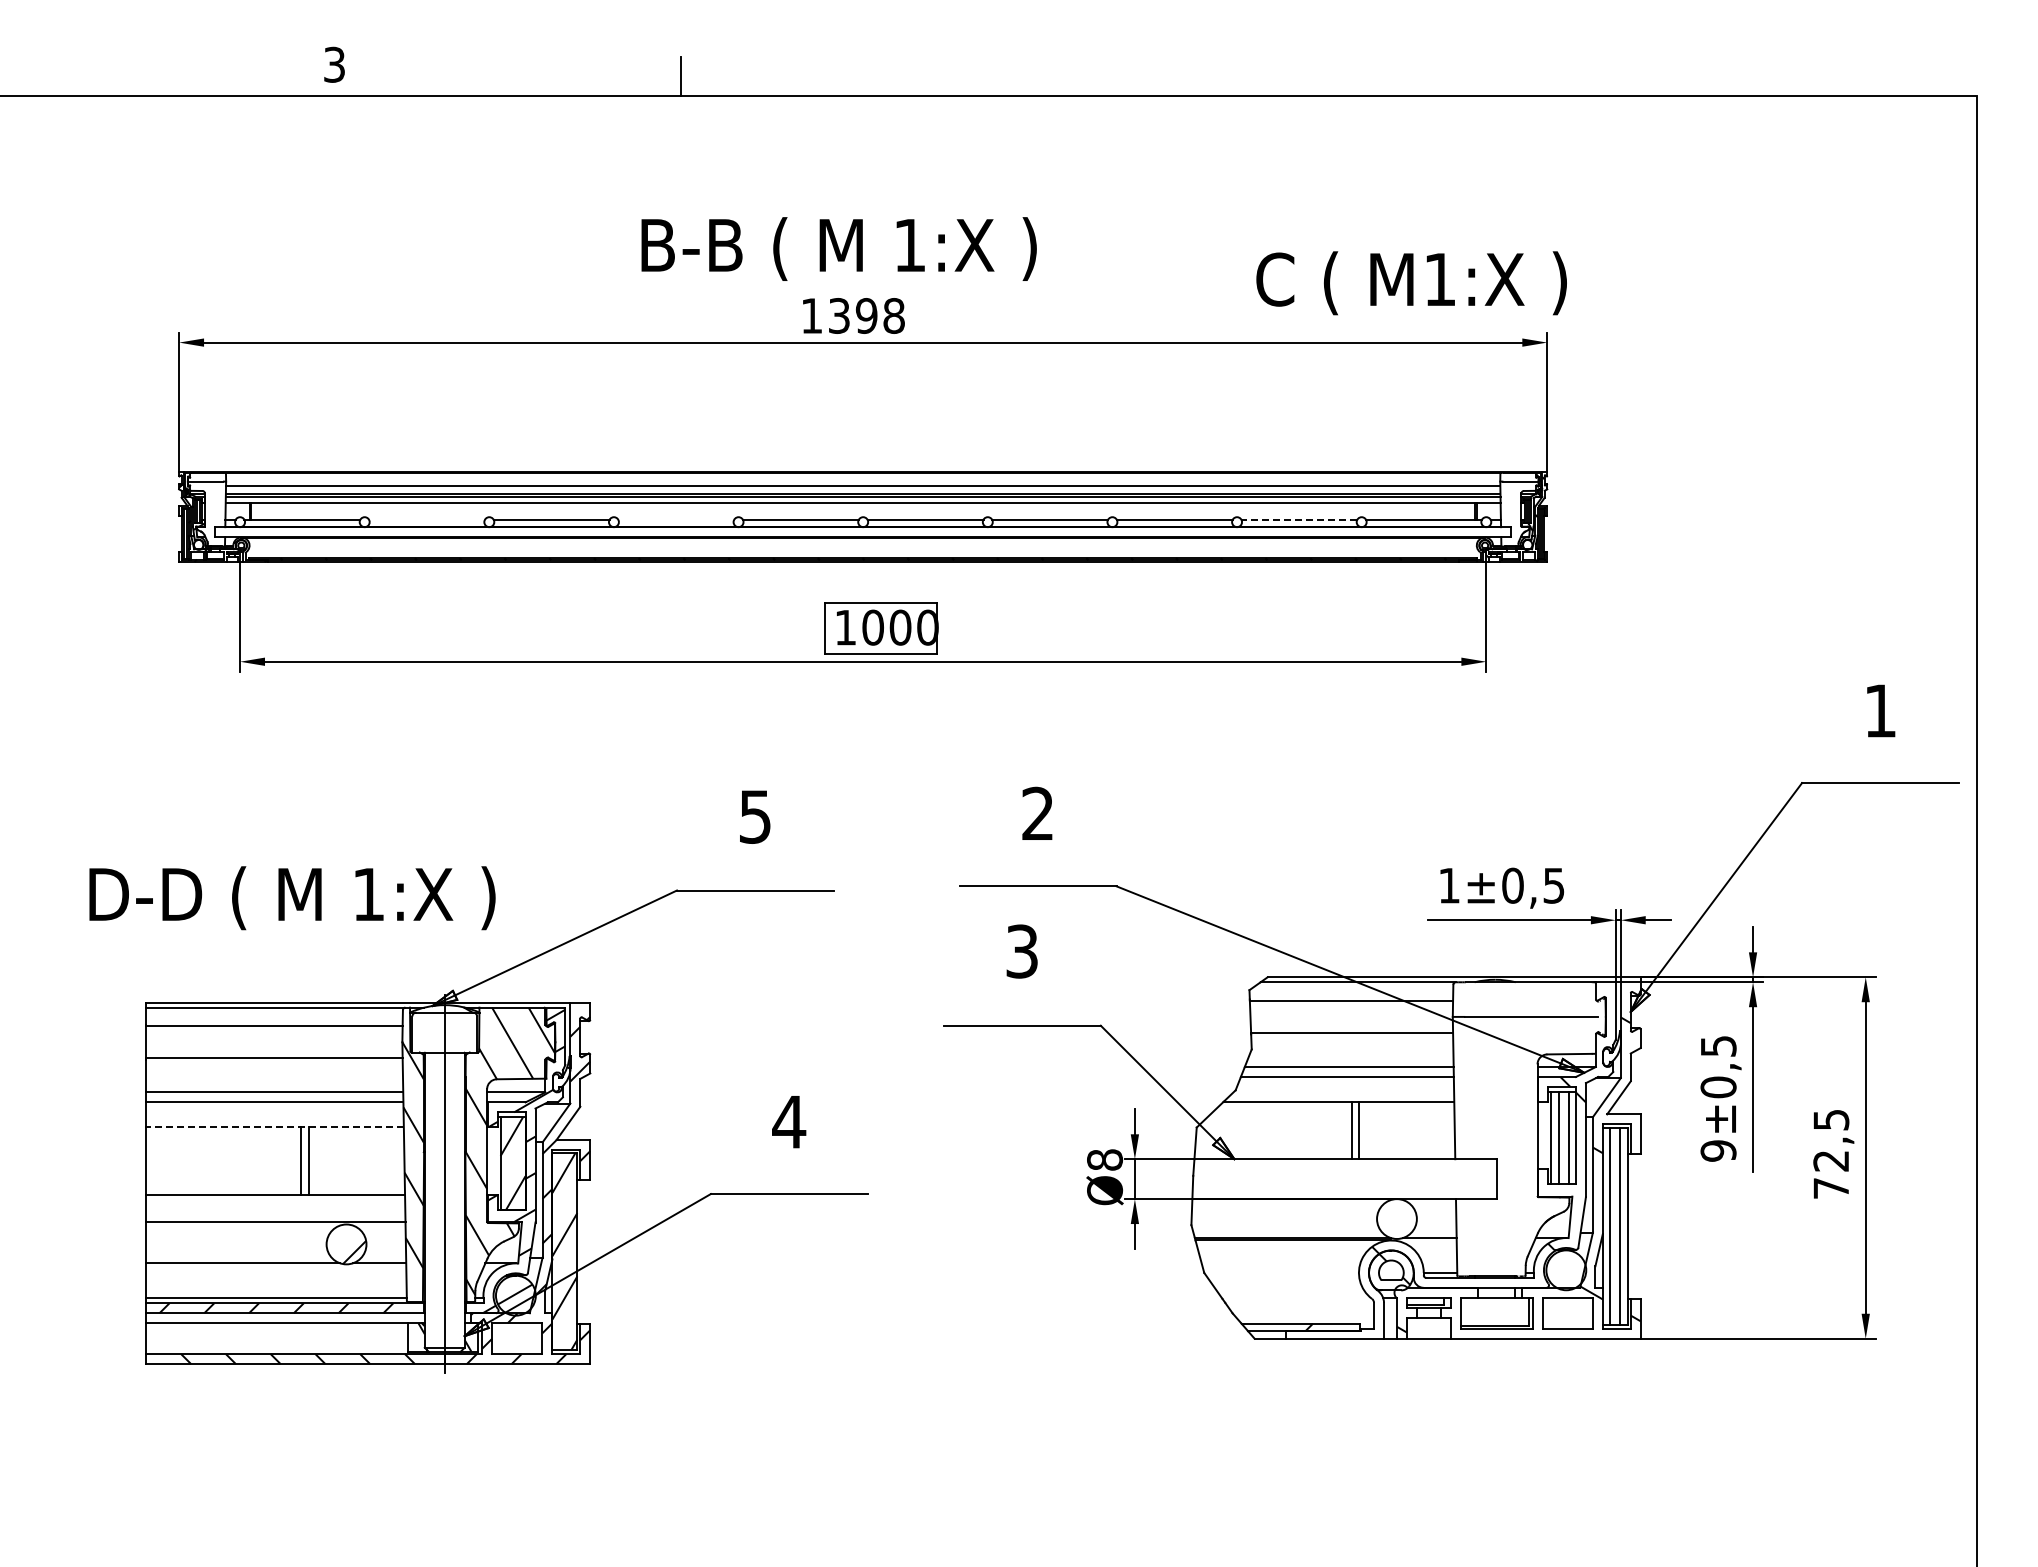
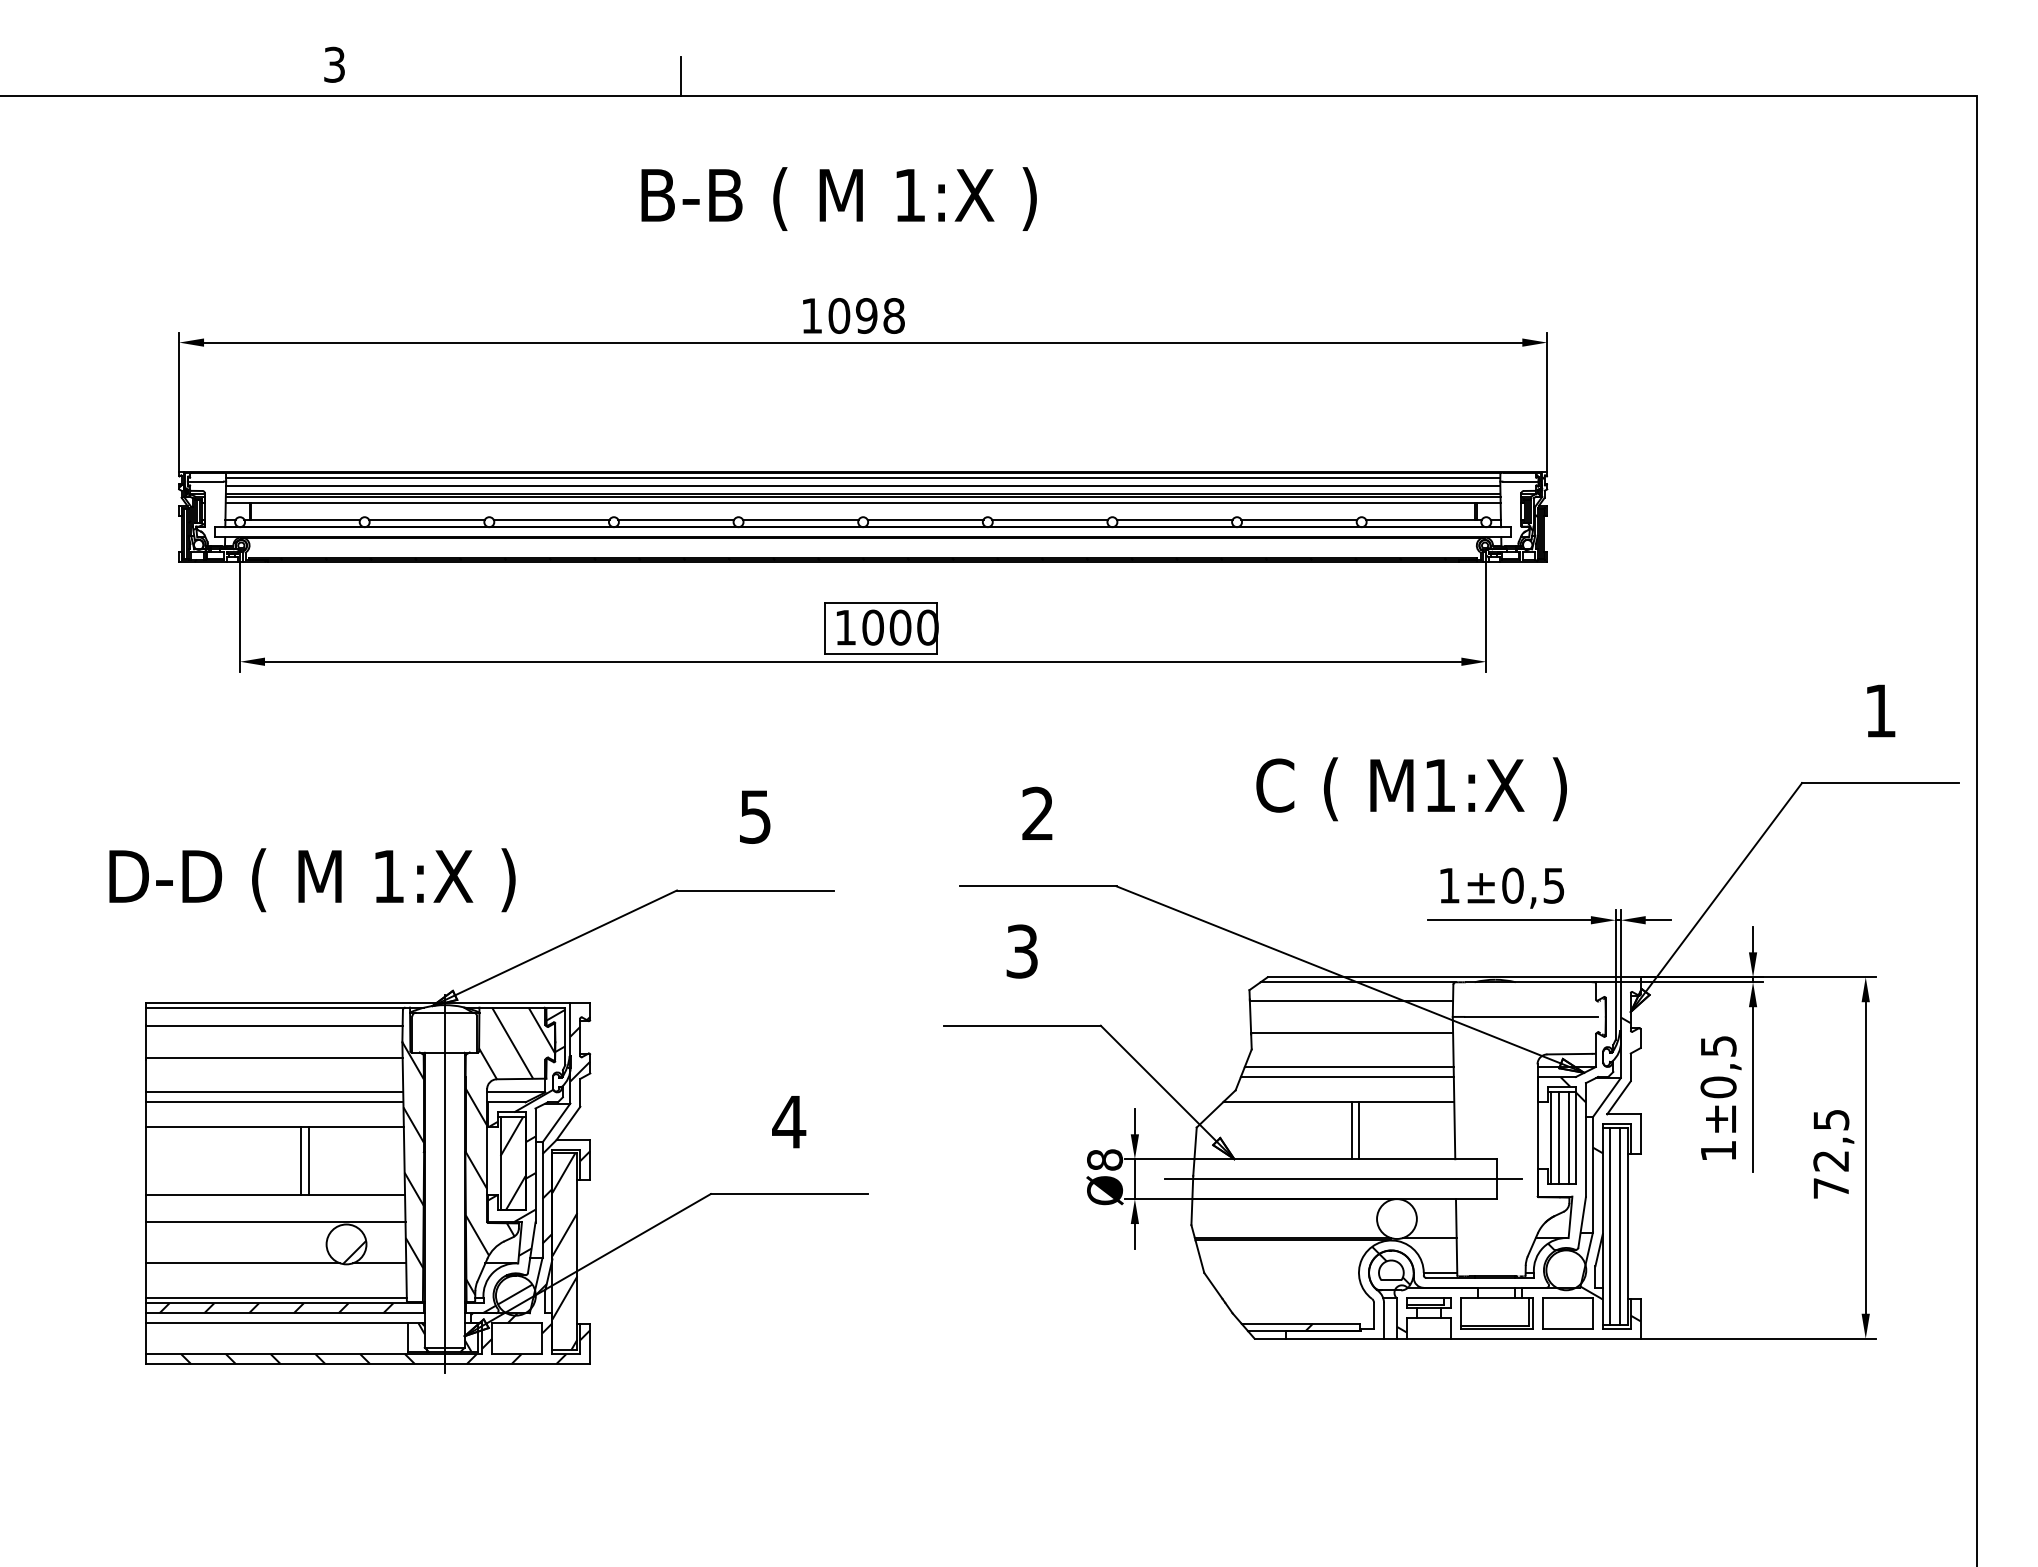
text at (838, 248) position: (838, 248) -> (838, 198)
text at (1411, 283) position: (1411, 283) -> (1411, 789)
text at (839, 315): 1398 -> 1098
line at (863, 477): none -> present
line at (427, 519): none -> present
line at (676, 519): none -> present
line at (1299, 519): dashed -> solid
text at (292, 898) position: (292, 898) -> (312, 880)
line at (275, 1127): dashed -> solid
text at (1718, 1150): 9 -> 1
line at (1343, 1179): none -> present
